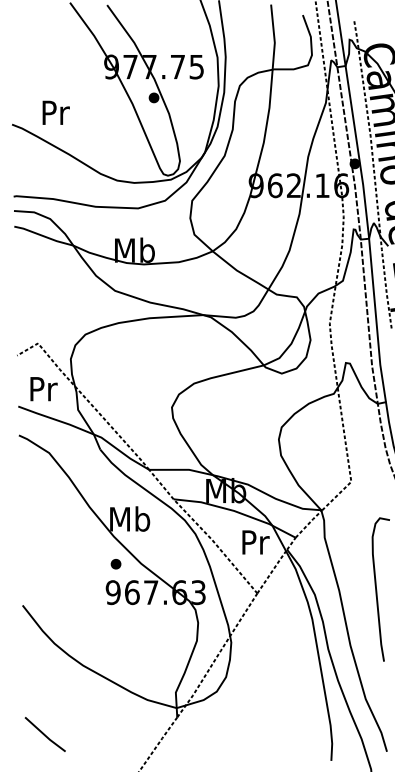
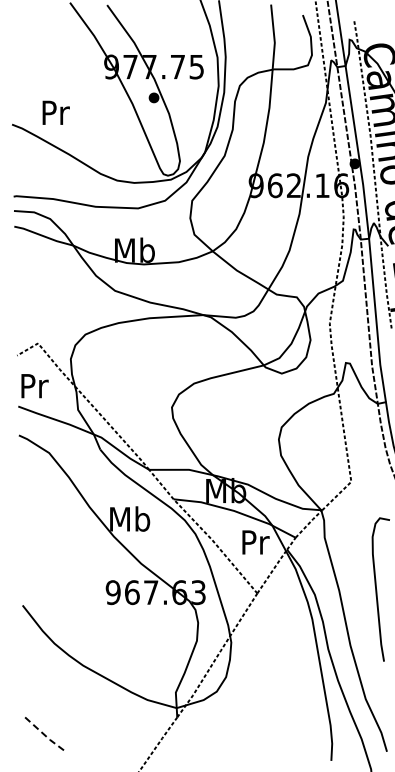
text at (43, 389) position: (43, 389) -> (34, 386)
part at (115, 564): present -> none
line at (45, 735): solid -> dashed
